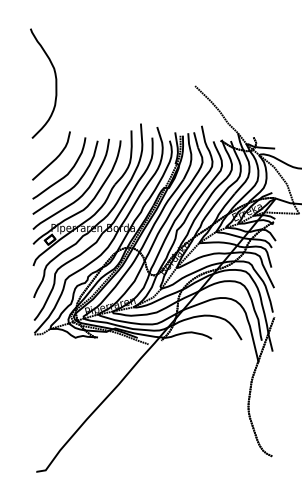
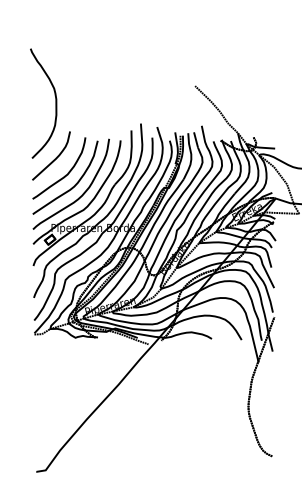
curve at (55, 83) position: (55, 83) -> (55, 103)
